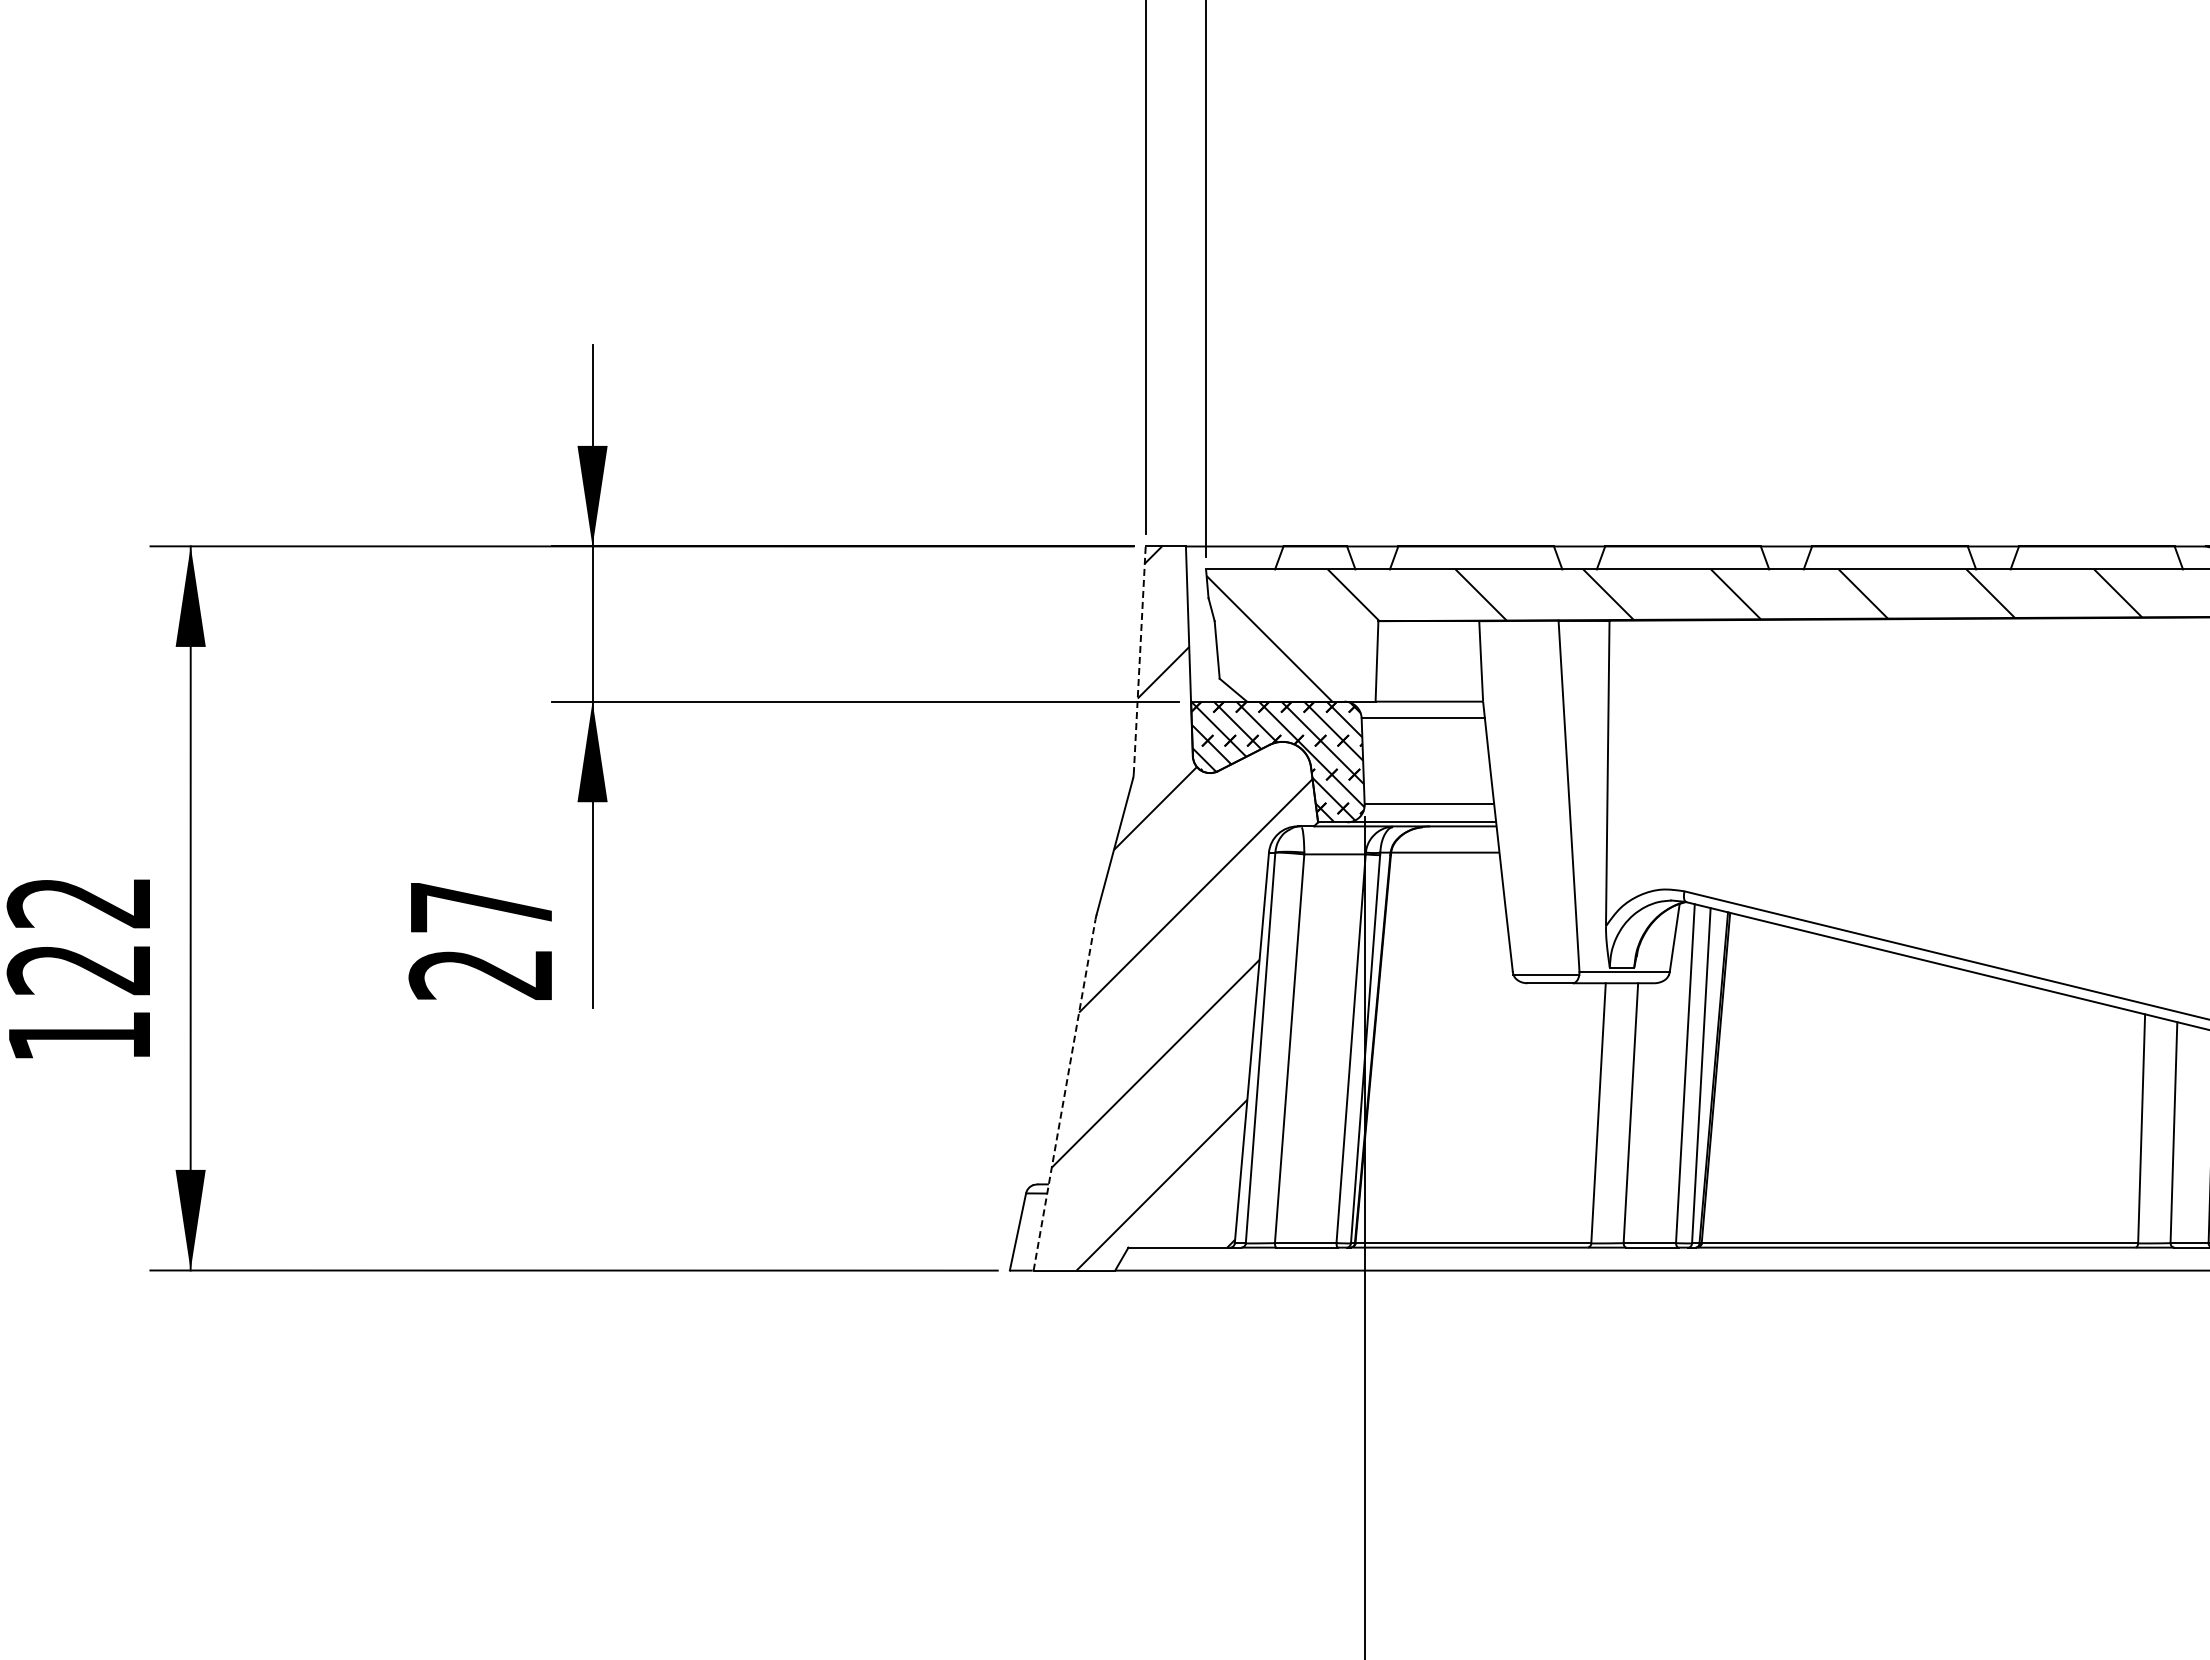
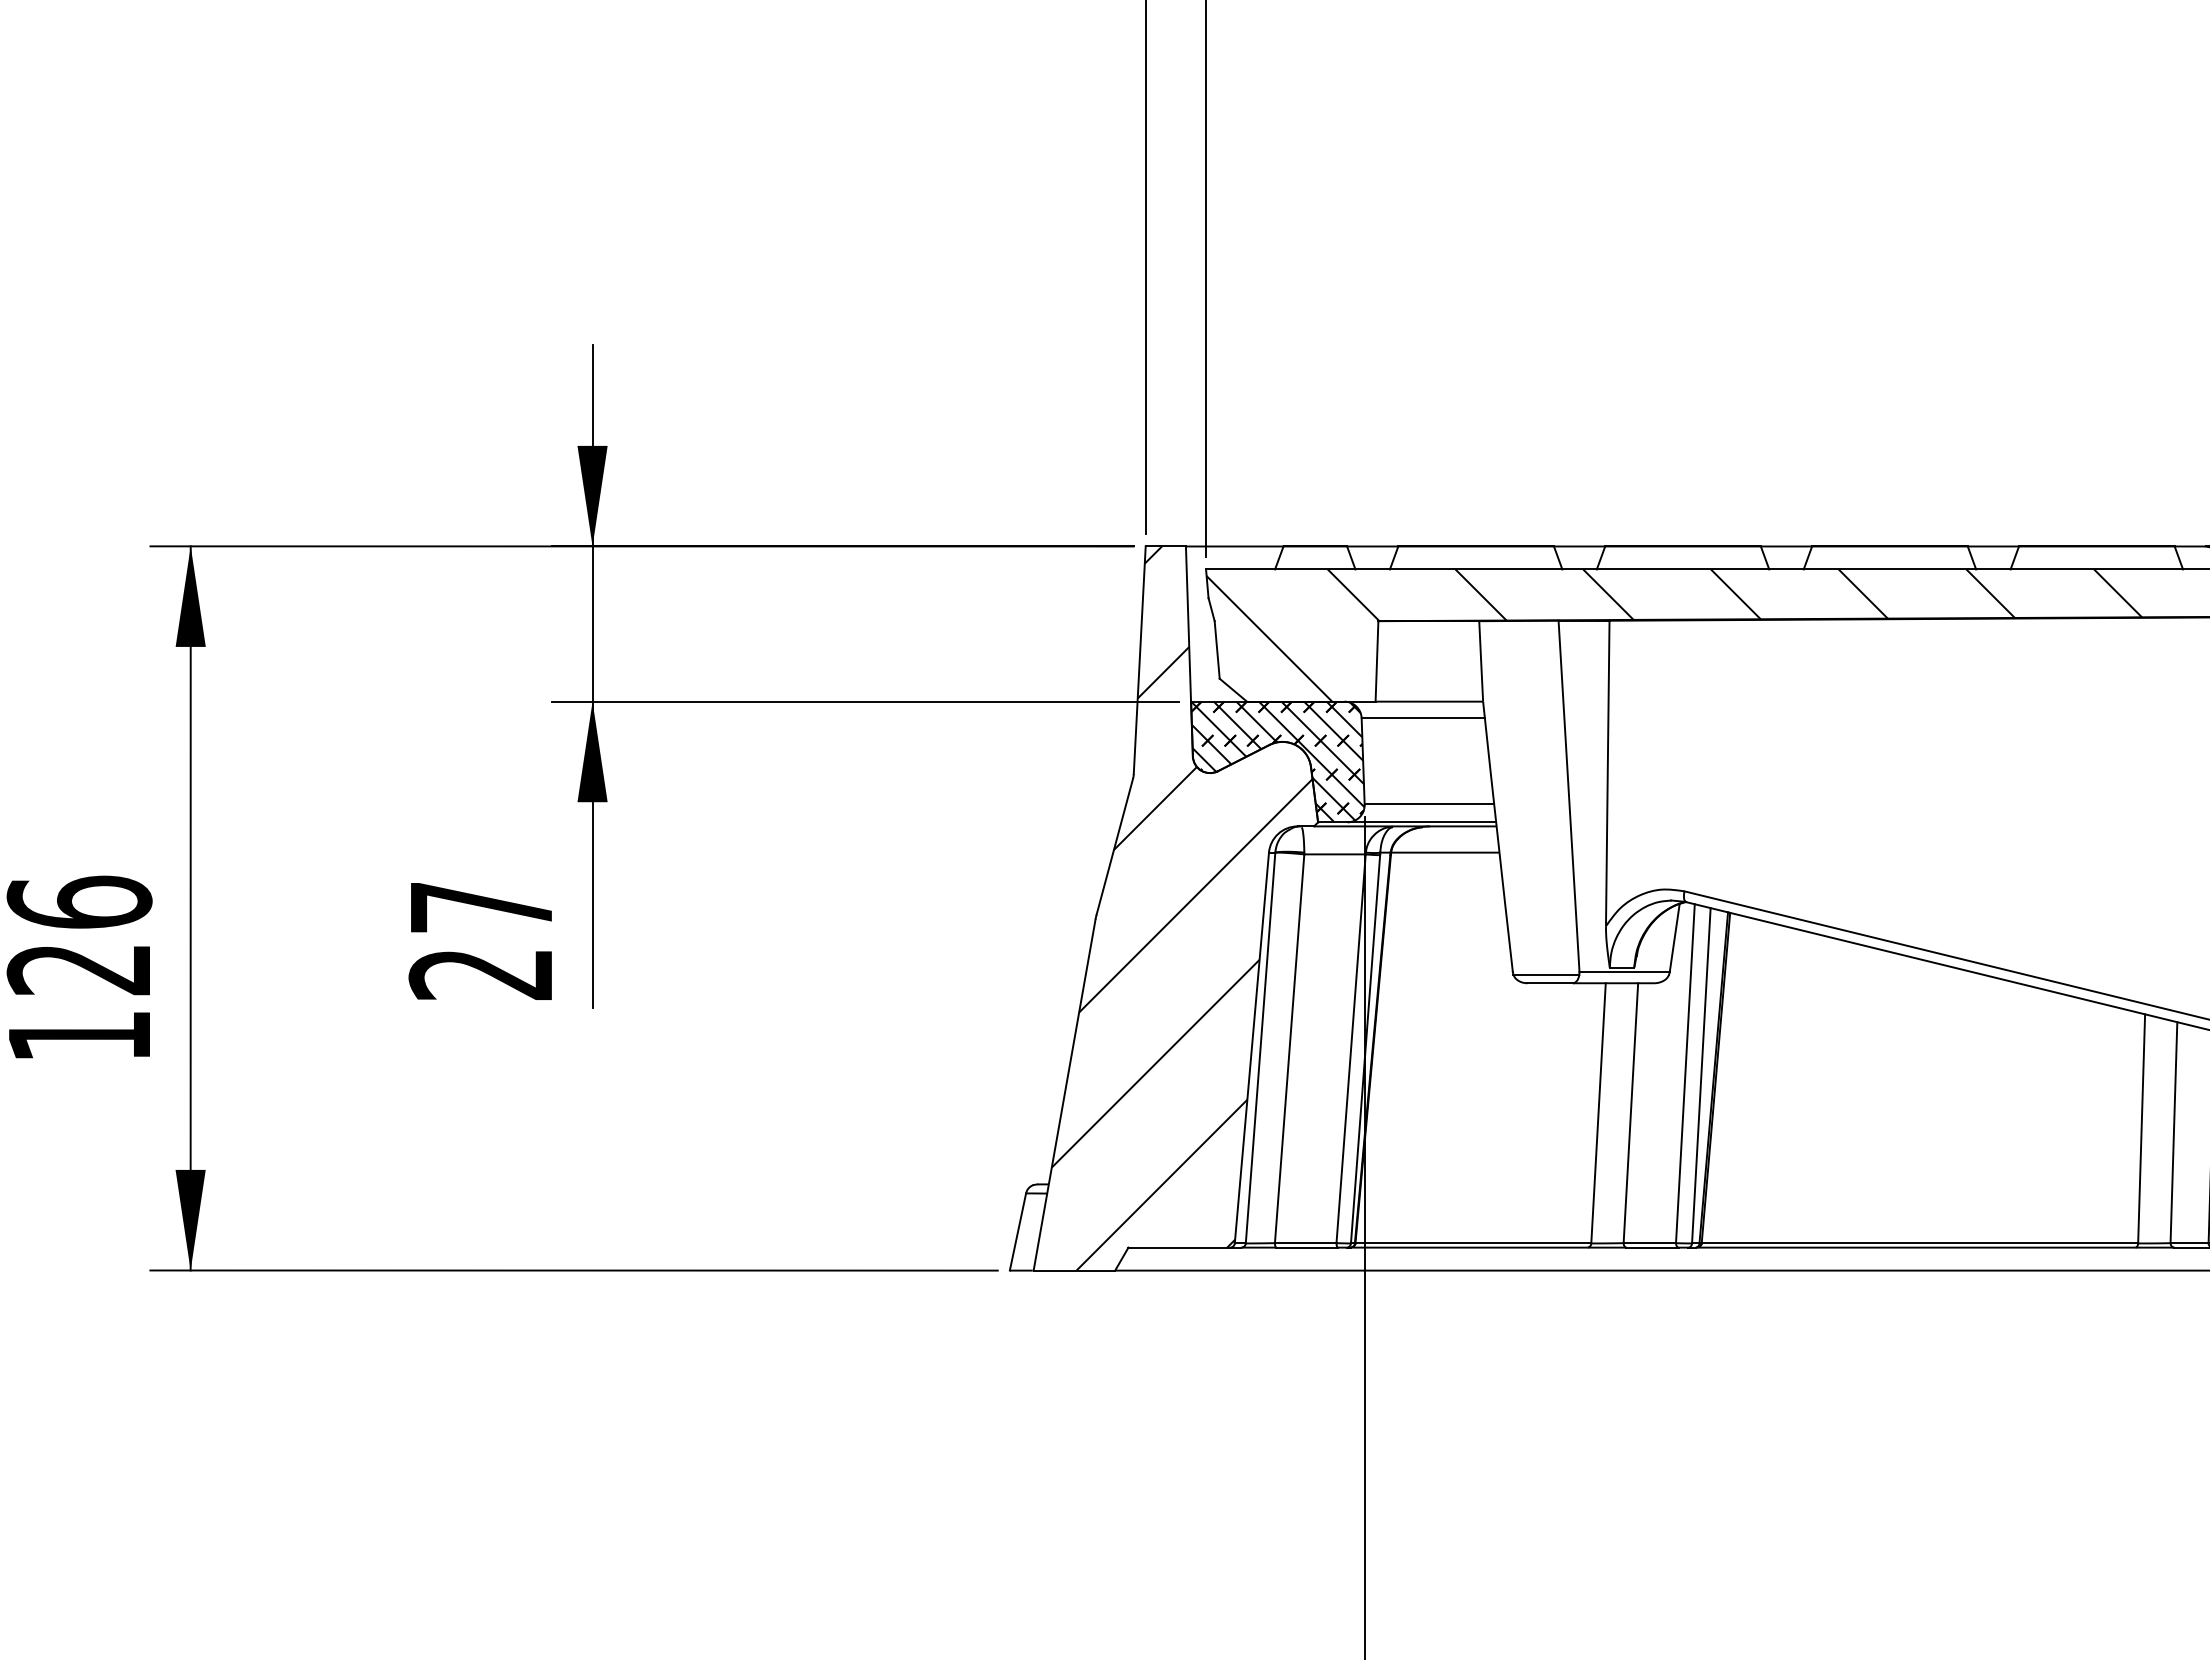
line at (1139, 660): dashed -> solid
text at (79, 901): 122 -> 126
line at (1064, 1094): dashed -> solid
